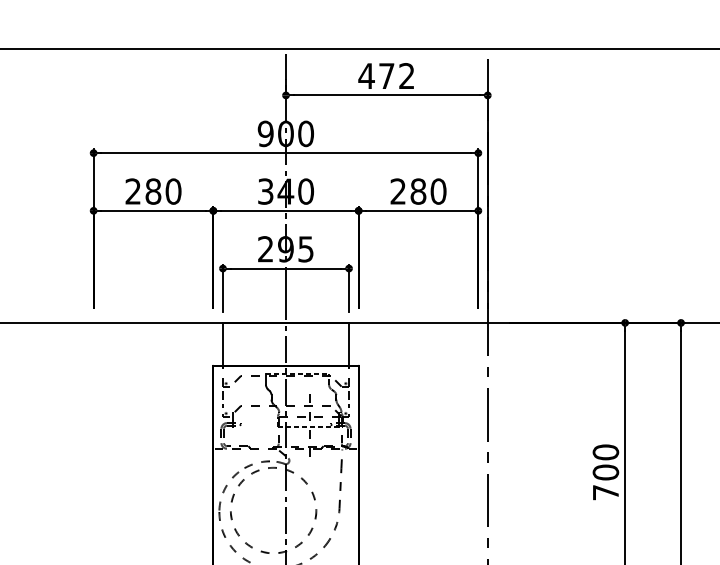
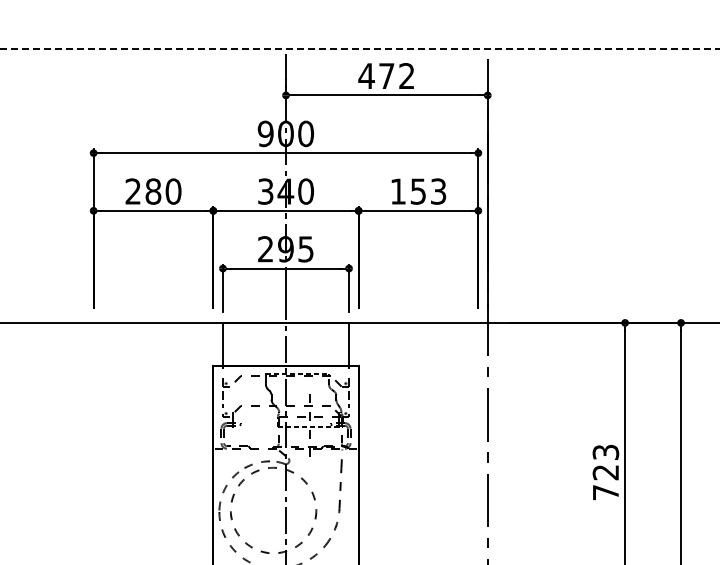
line at (360, 48): solid -> dashed
text at (418, 191): 280 -> 153
text at (605, 462): 700 -> 723
